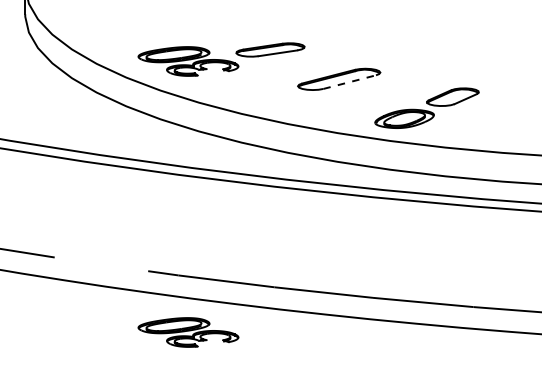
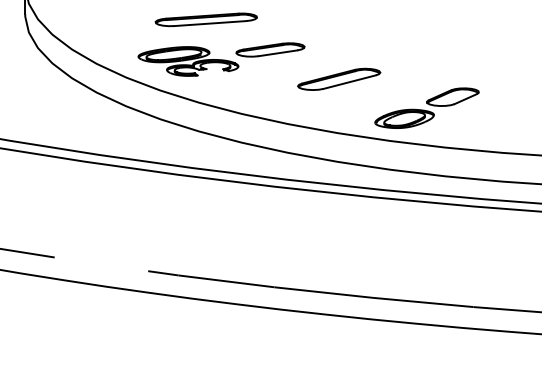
part at (205, 19): none -> present
line at (350, 82): dashed -> solid
part at (188, 332): present -> none
